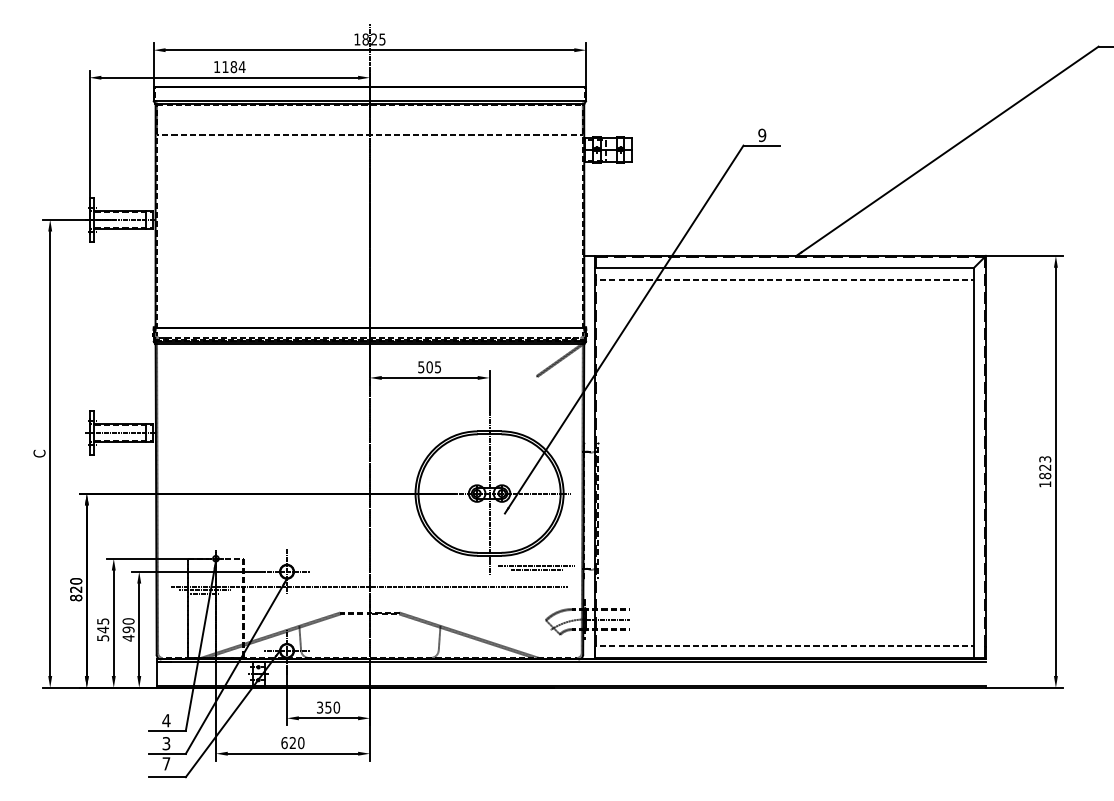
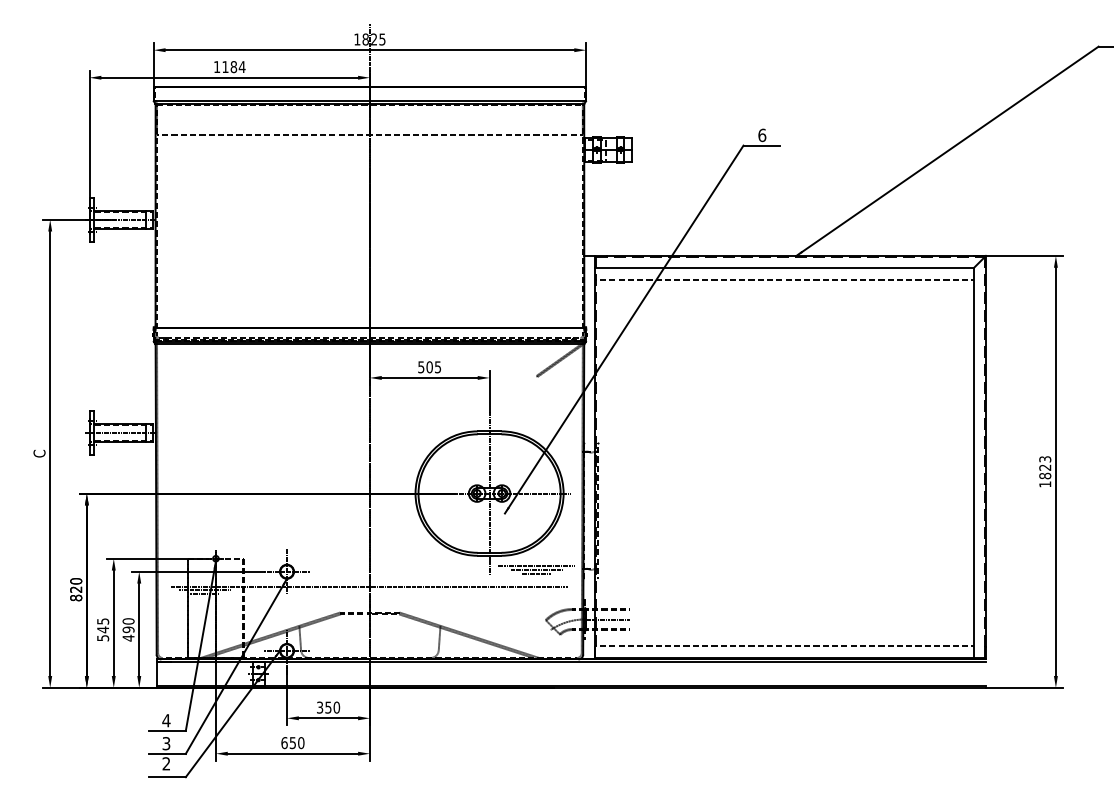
text at (762, 135): 9 -> 6
line at (536, 573): none -> present
text at (292, 743): 620 -> 650
text at (166, 763): 7 -> 2
